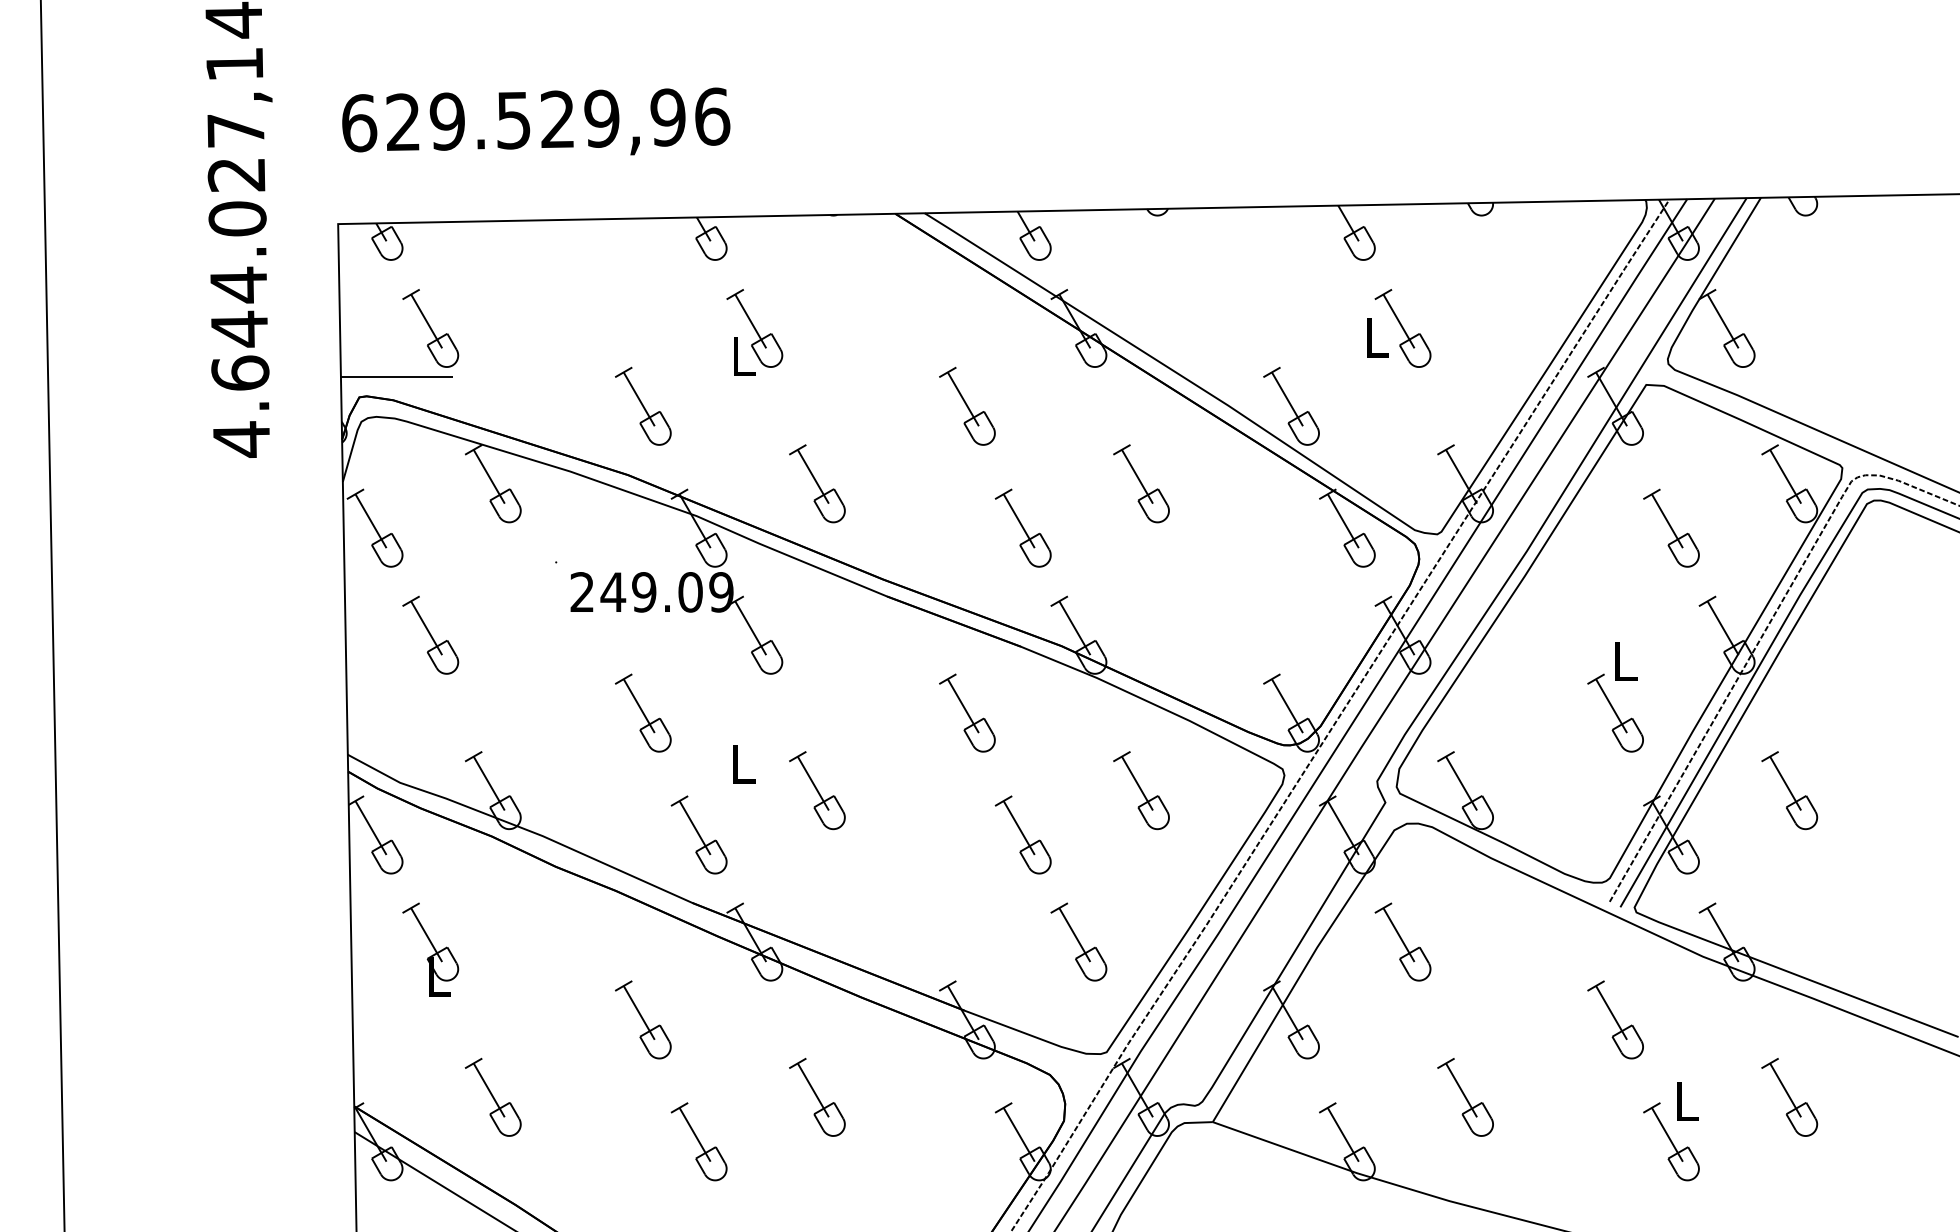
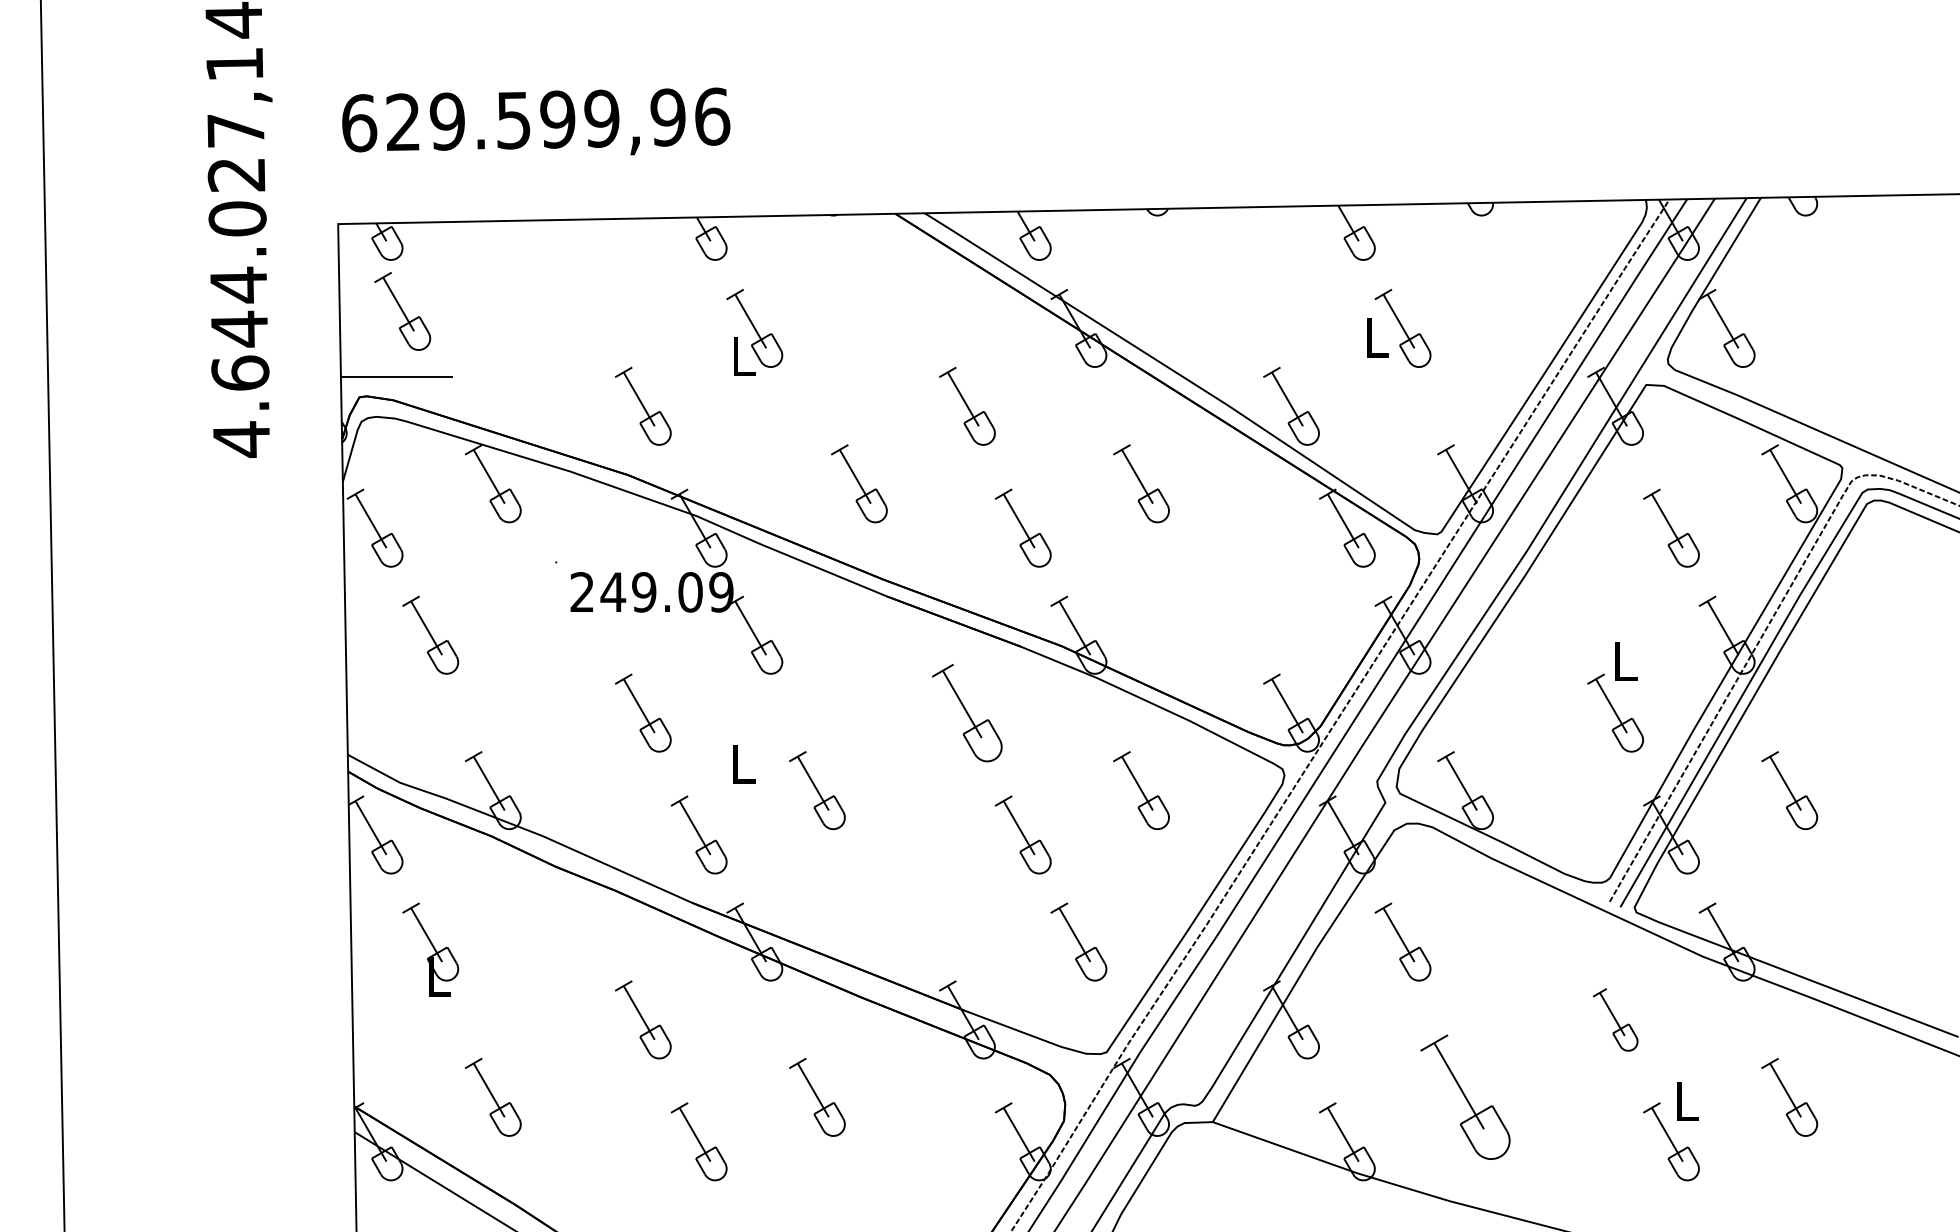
text at (557, 119): 629.529,96 -> 629.599,96
part at (430, 328) position: (430, 328) -> (402, 311)
part at (817, 483) position: (817, 483) -> (859, 483)
part at (967, 712) size: 57x80 px -> 71x99 px
part at (1615, 1019) size: 57x80 px -> 46x64 px
part at (1465, 1097) size: 57x79 px -> 91x126 px
